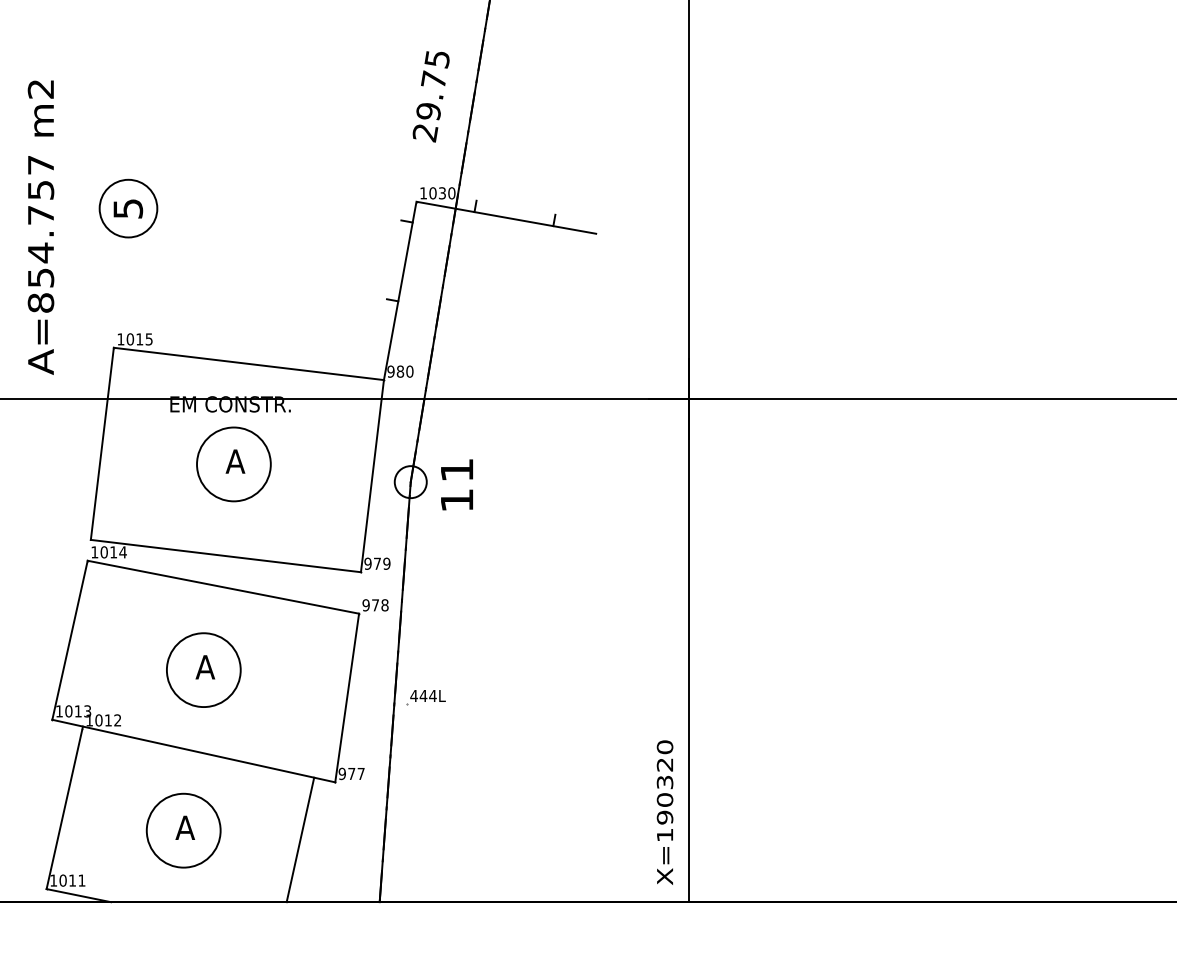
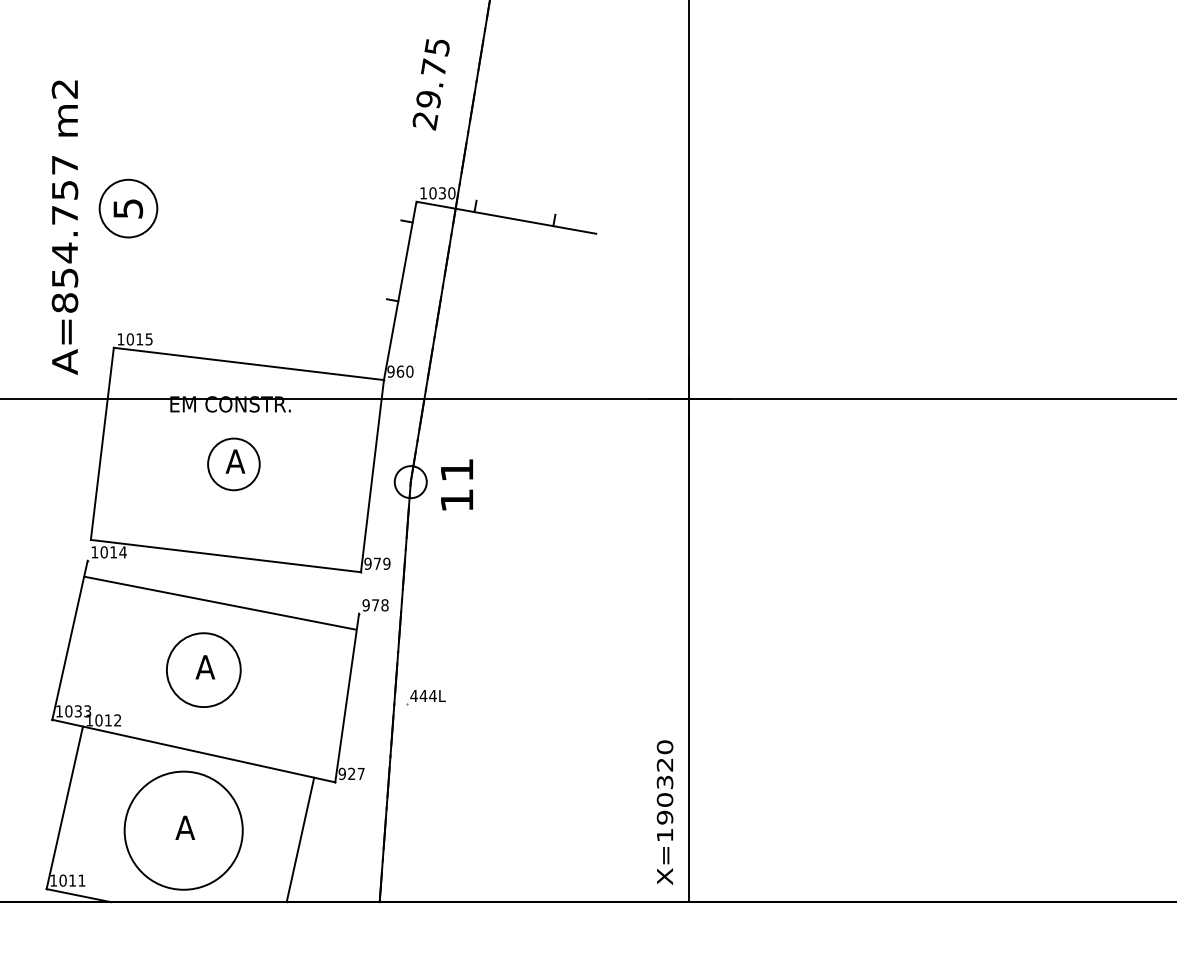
text at (430, 96) position: (430, 96) -> (430, 84)
text at (40, 227) position: (40, 227) -> (64, 227)
text at (400, 371): 980 -> 960
circle at (233, 464) diameter: 74 px -> 52 px
line at (223, 586) position: (223, 586) -> (220, 602)
text at (77, 711): 1013 -> 1033
text at (351, 773): 977 -> 927
circle at (183, 830) diameter: 74 px -> 118 px
